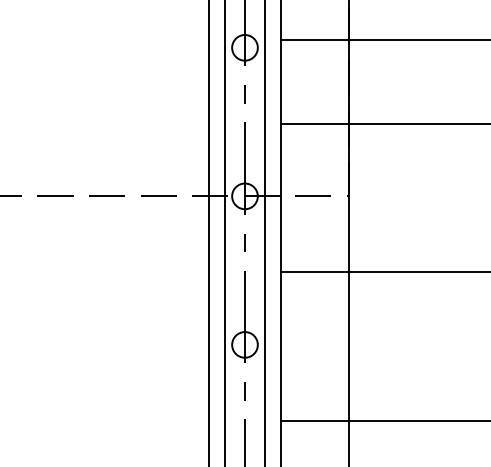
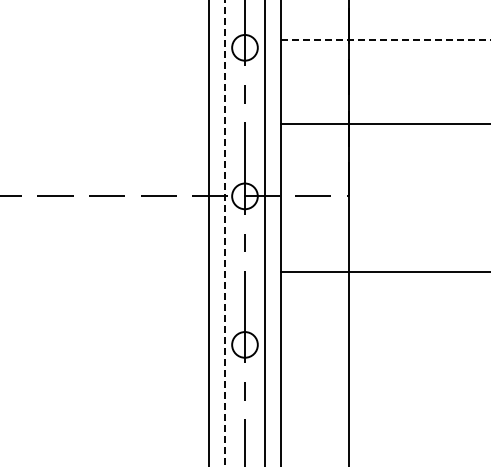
line at (386, 39): solid -> dashed
line at (224, 233): solid -> dashed
line at (384, 420): present -> none
